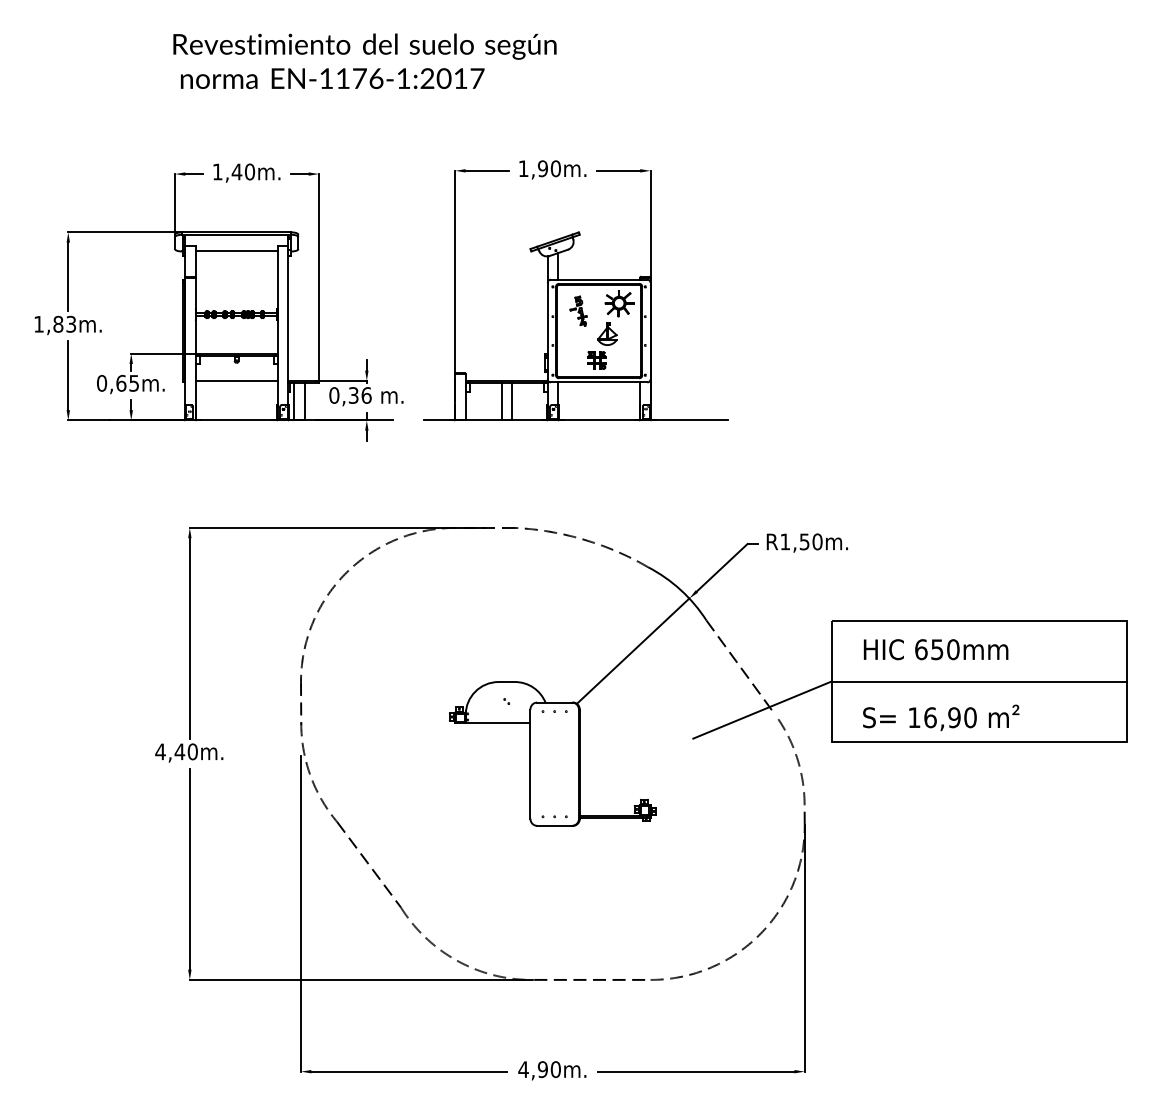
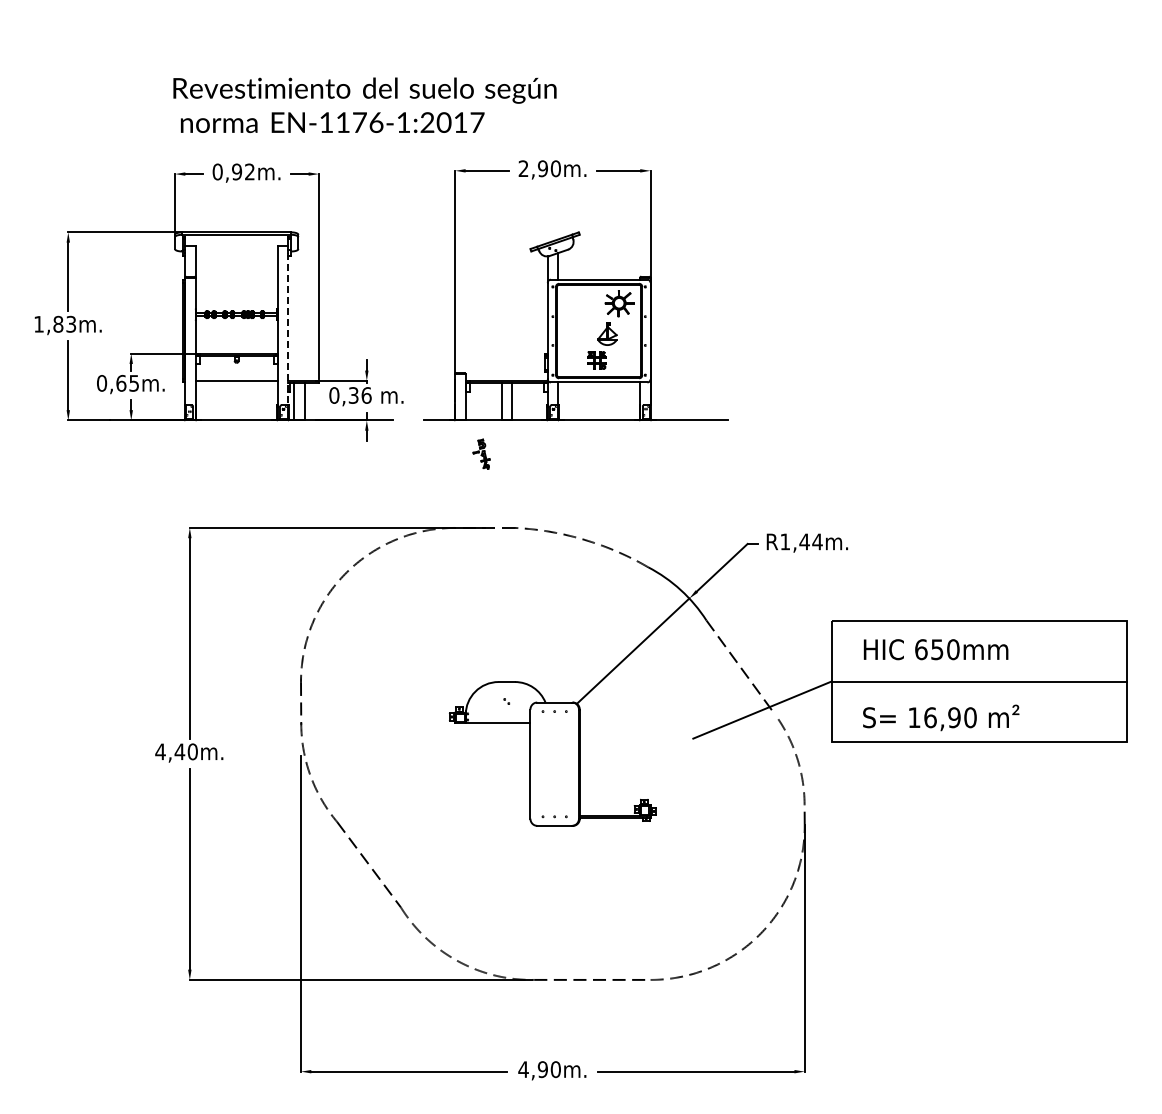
text at (364, 60) position: (364, 60) -> (364, 104)
text at (523, 168): 1,90m. -> 2,90m.
text at (233, 171): 1,40m. -> 0,92m.
line at (236, 251): present -> none
part at (578, 310) position: (578, 310) -> (481, 453)
line at (288, 329): solid -> dashed
text at (810, 541): R1,50m. -> R1,44m.
